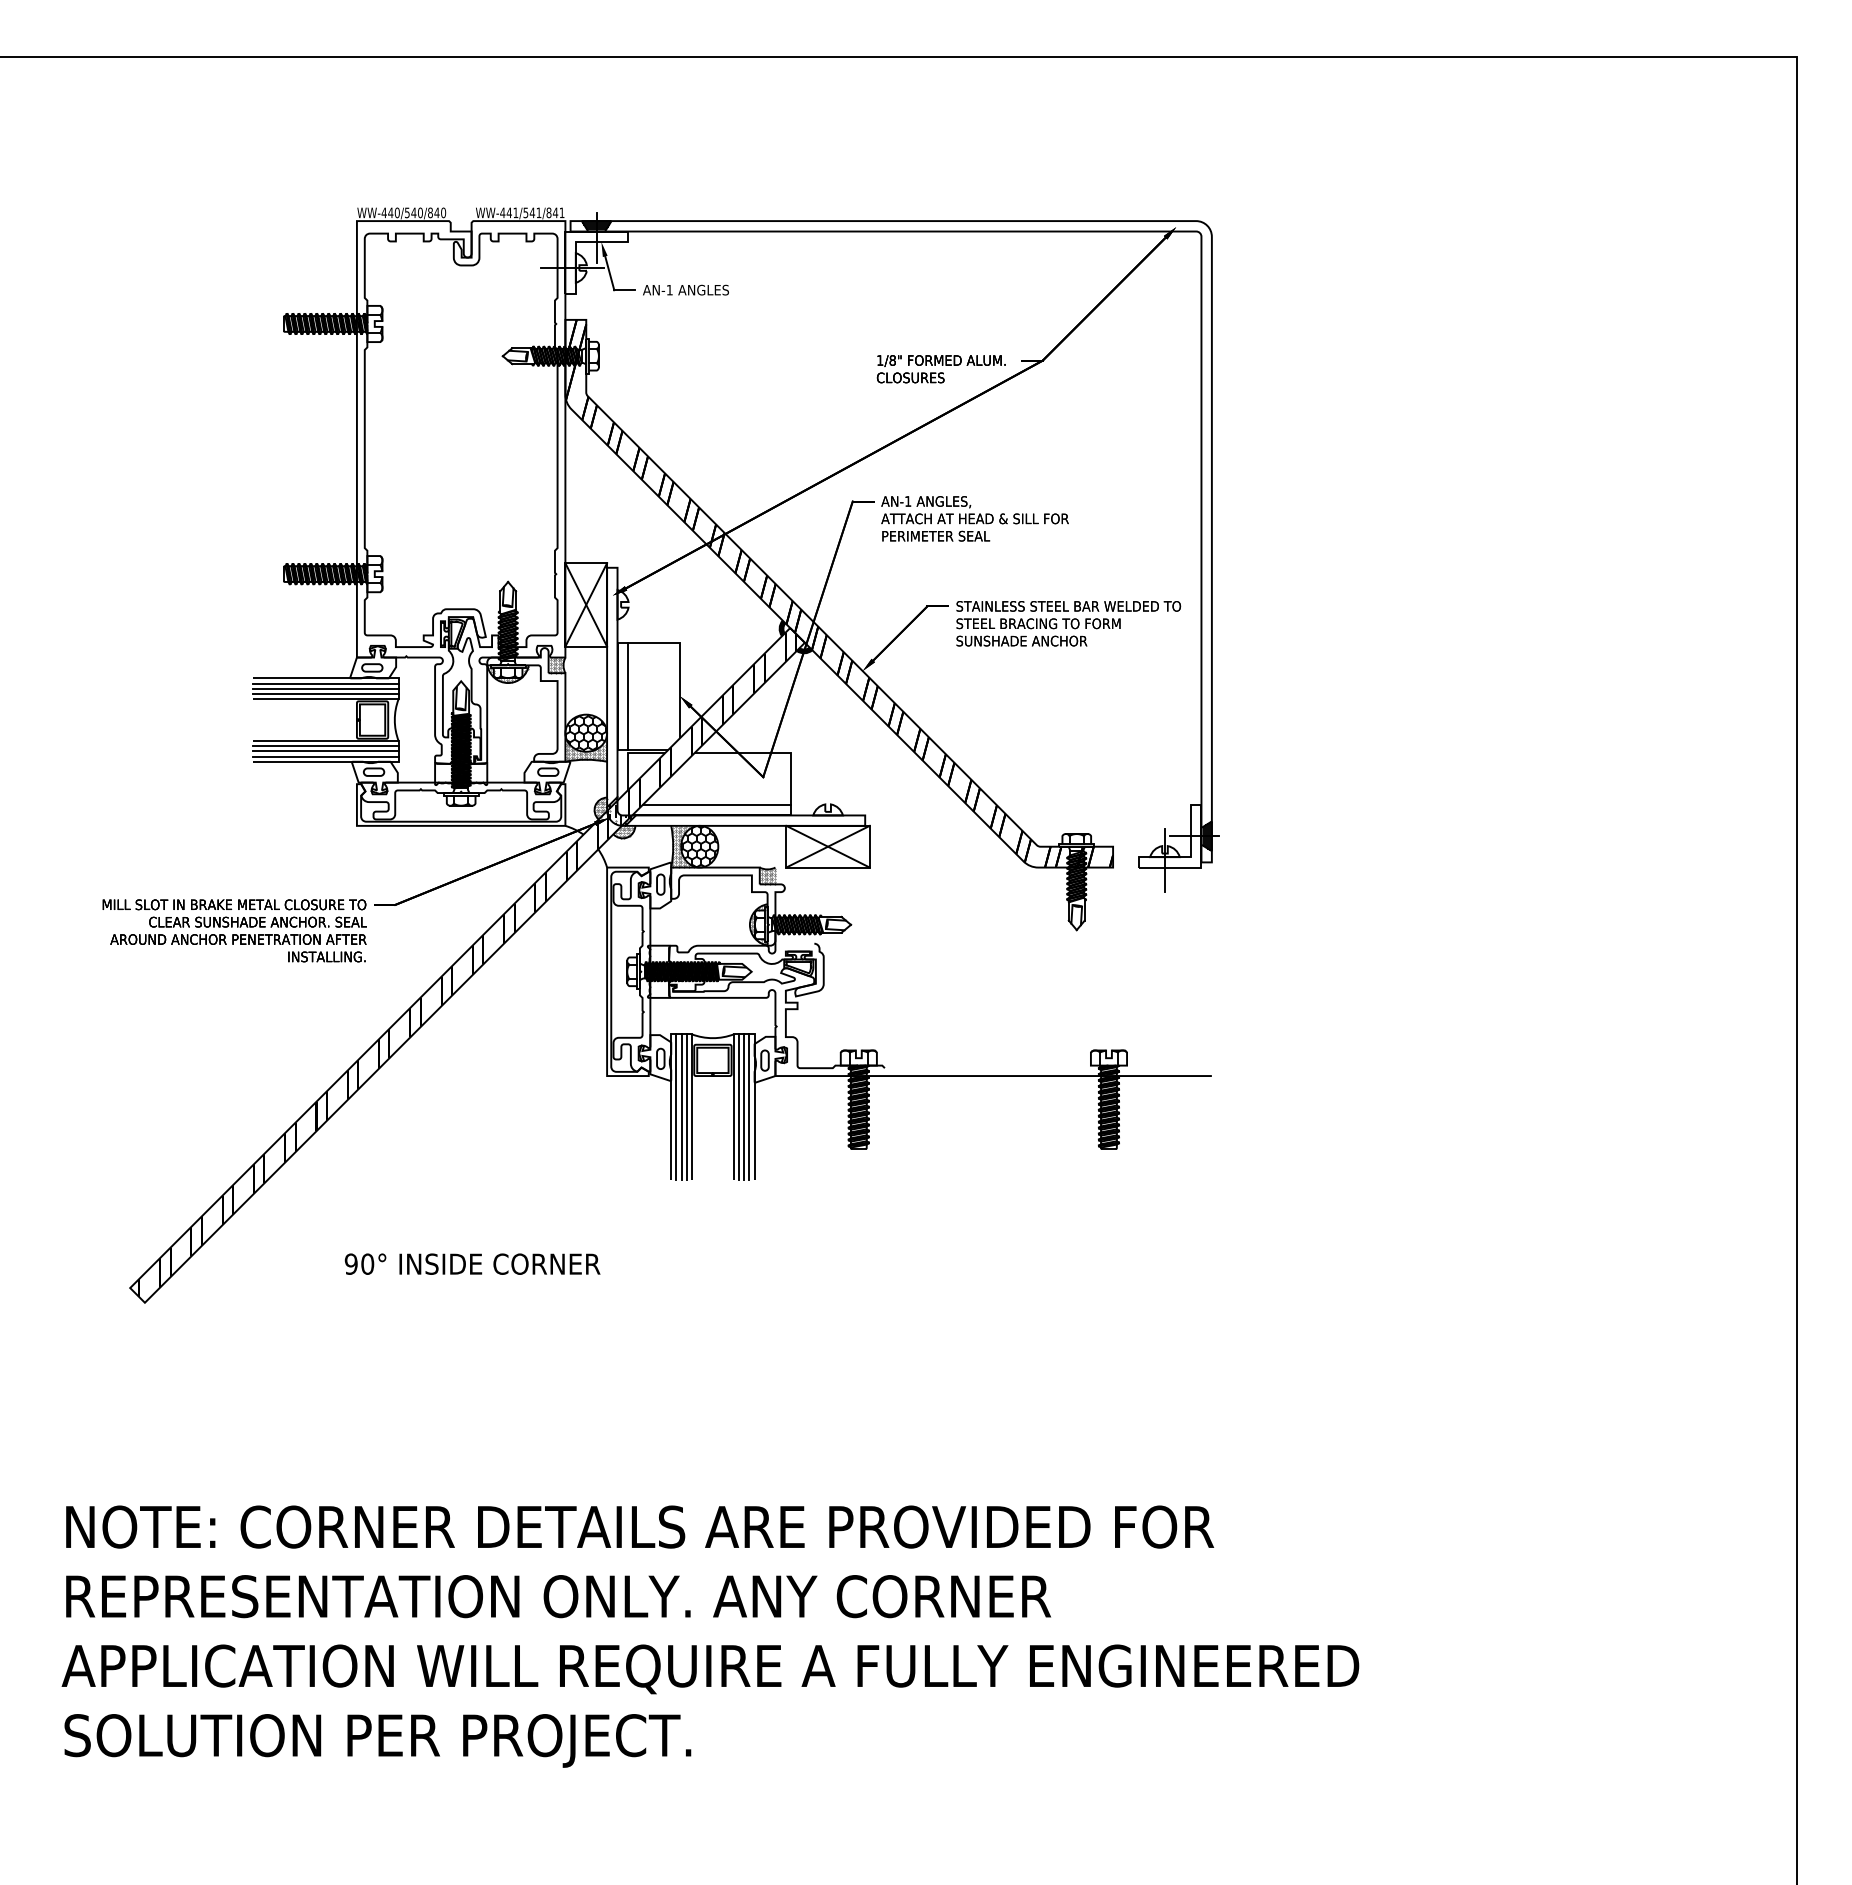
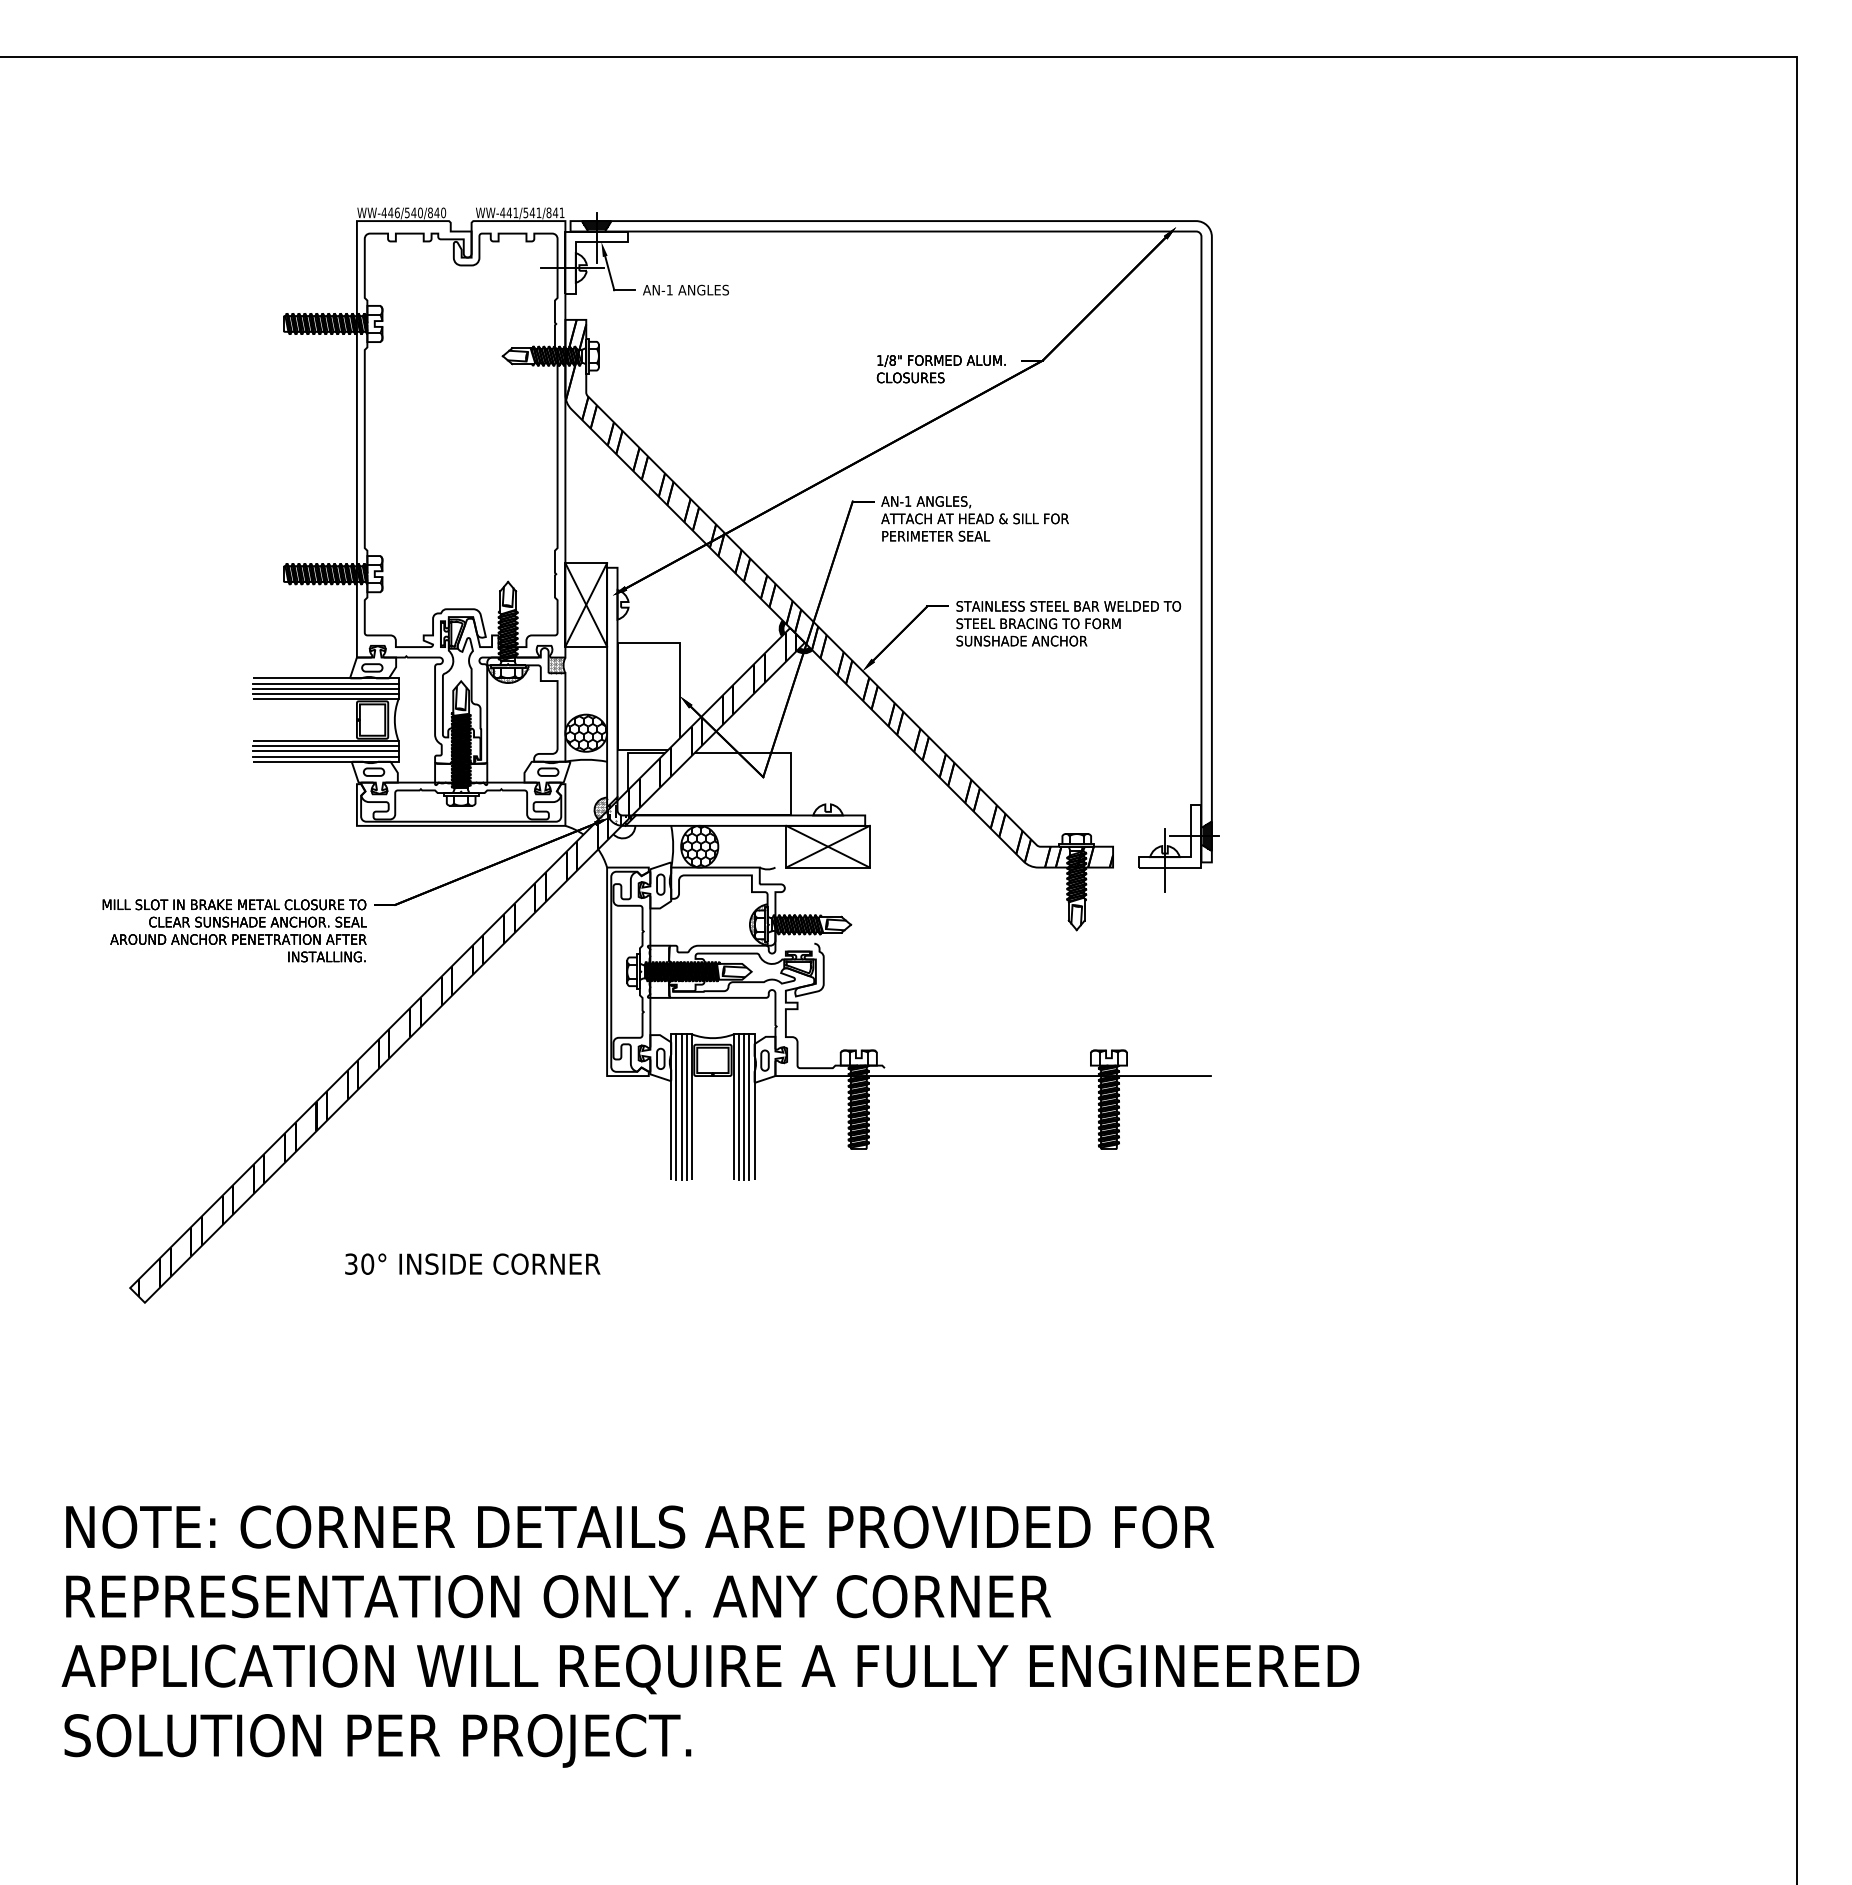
text at (397, 212): WW-440/540/840 -> WW-446/540/840
hatch at (839, 593): present -> none
line at (627, 696): present -> none
hatch at (585, 750): present -> none
line at (716, 805): present -> none
hatch at (625, 832): present -> none
hatch at (683, 846): present -> none
hatch at (768, 876): present -> none
text at (350, 1263): 90° -> 30°
